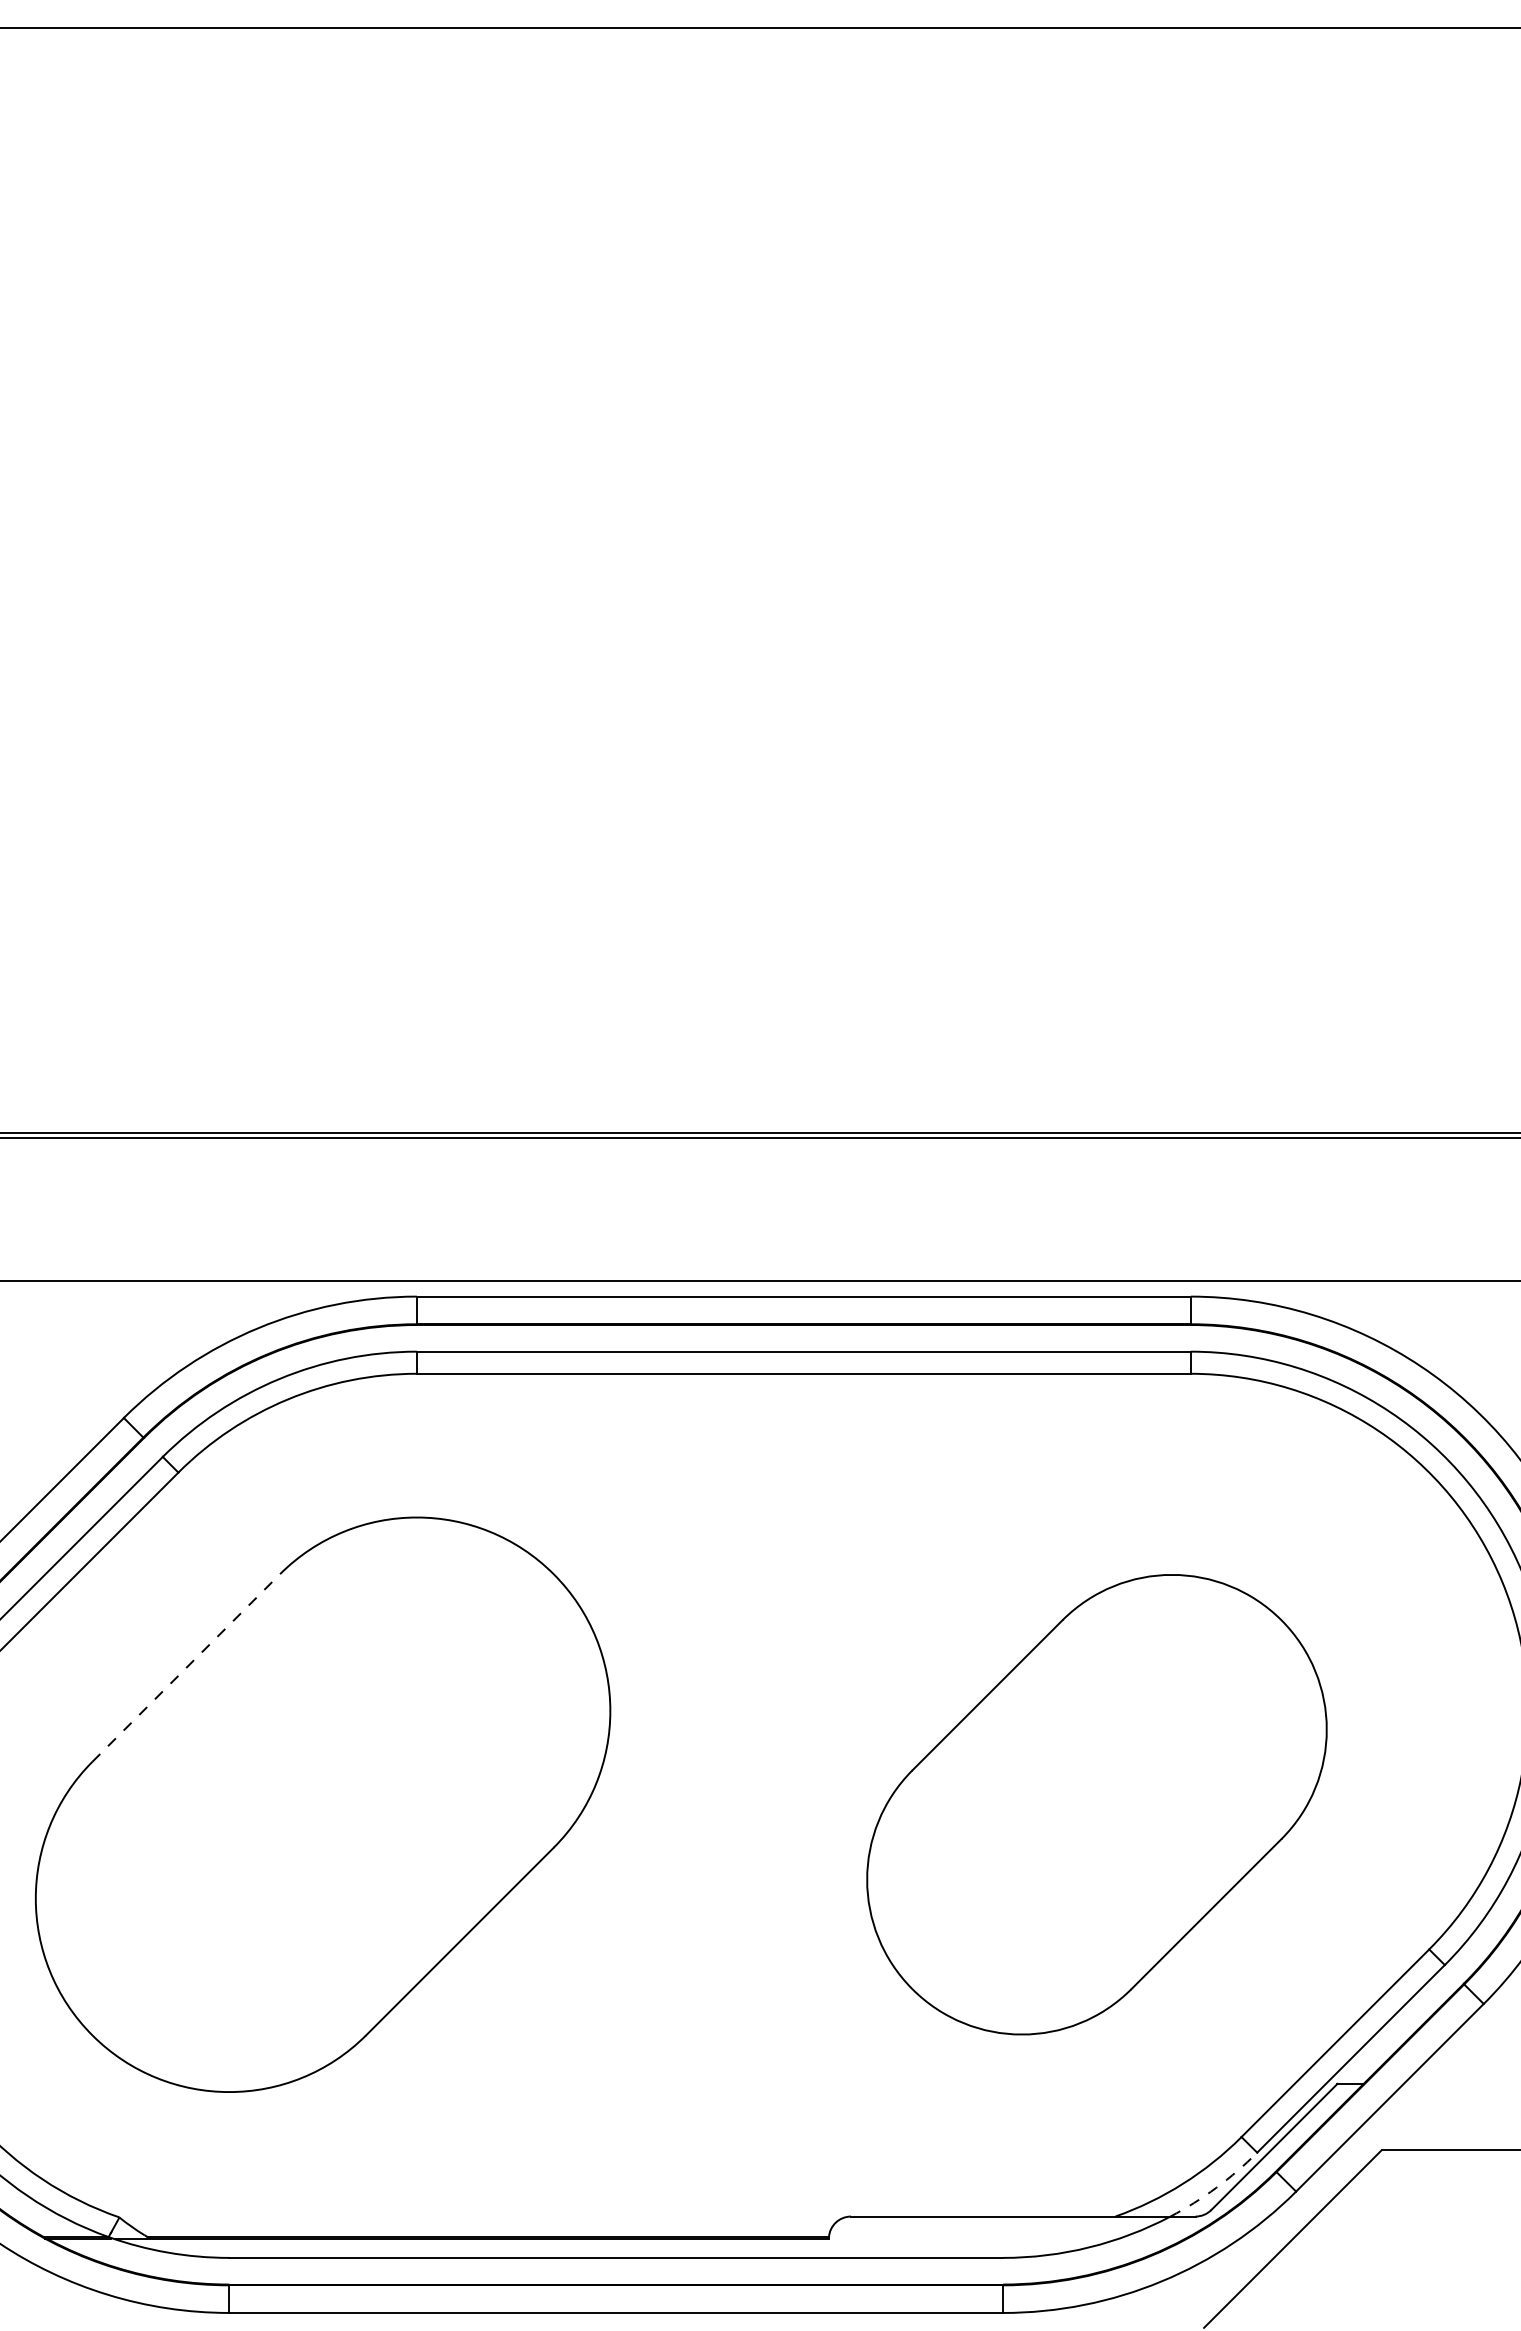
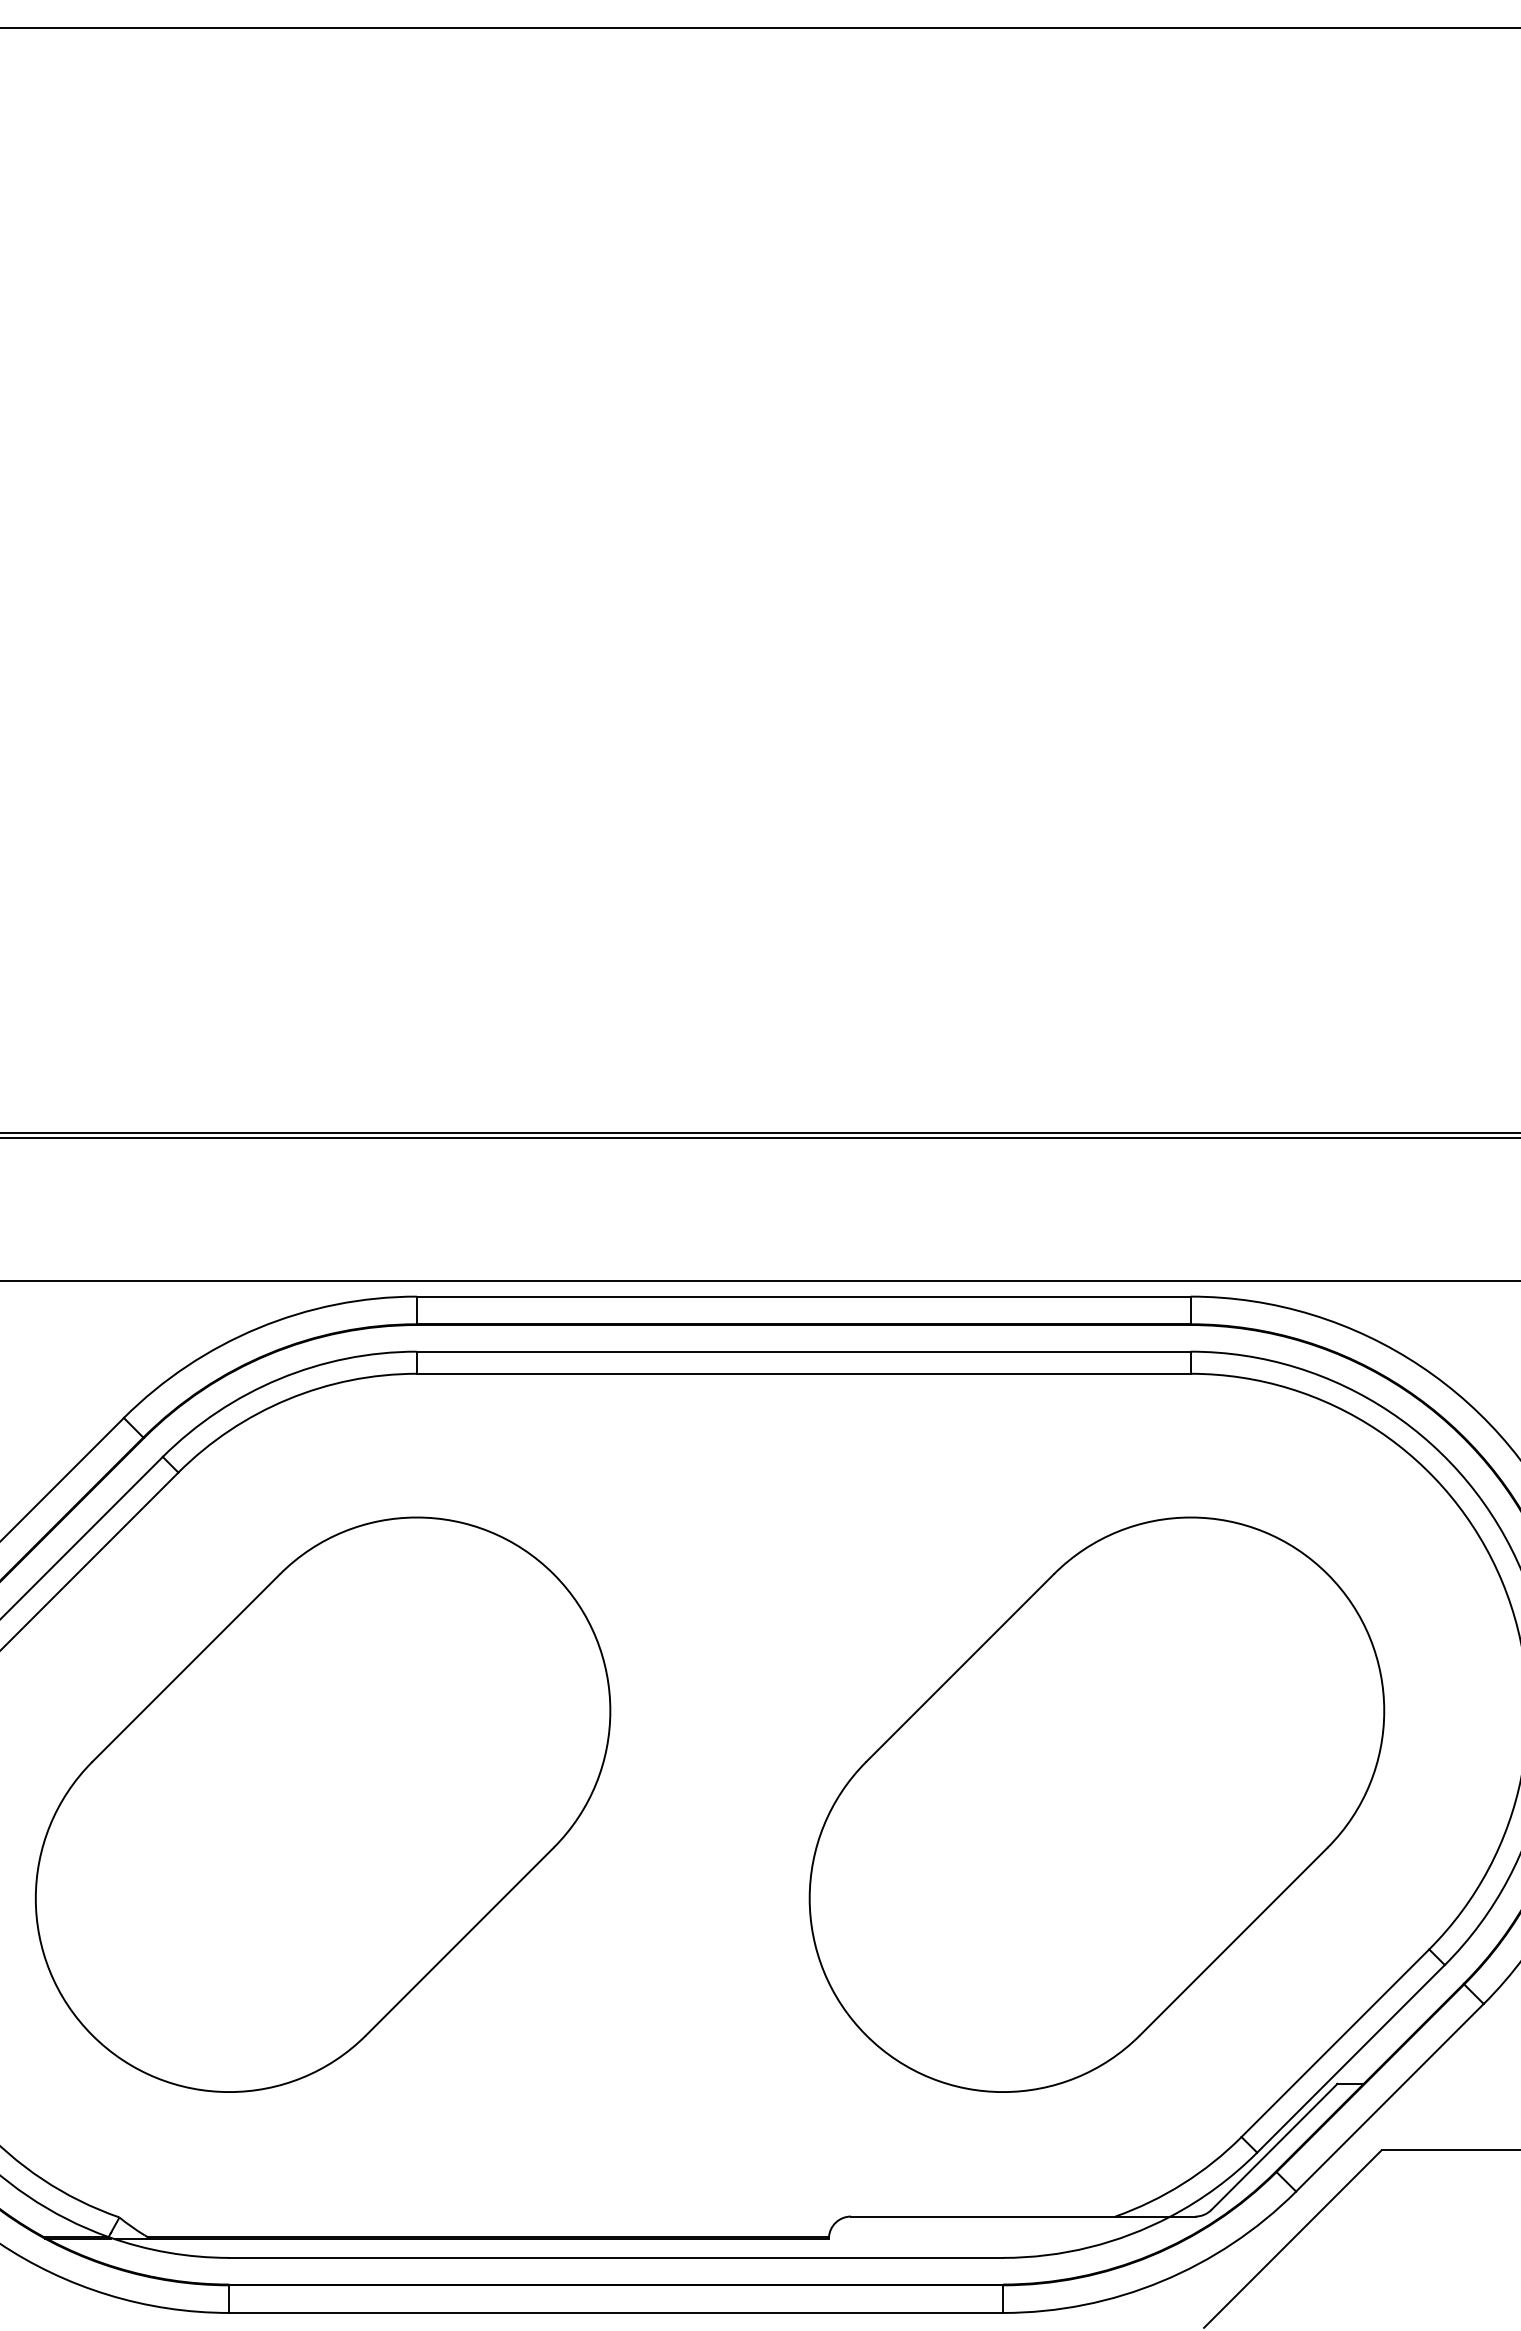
line at (186, 1668): dashed -> solid
part at (1096, 1804) size: 462x462 px -> 578x577 px
arc at (1216, 2187): dashed -> solid
